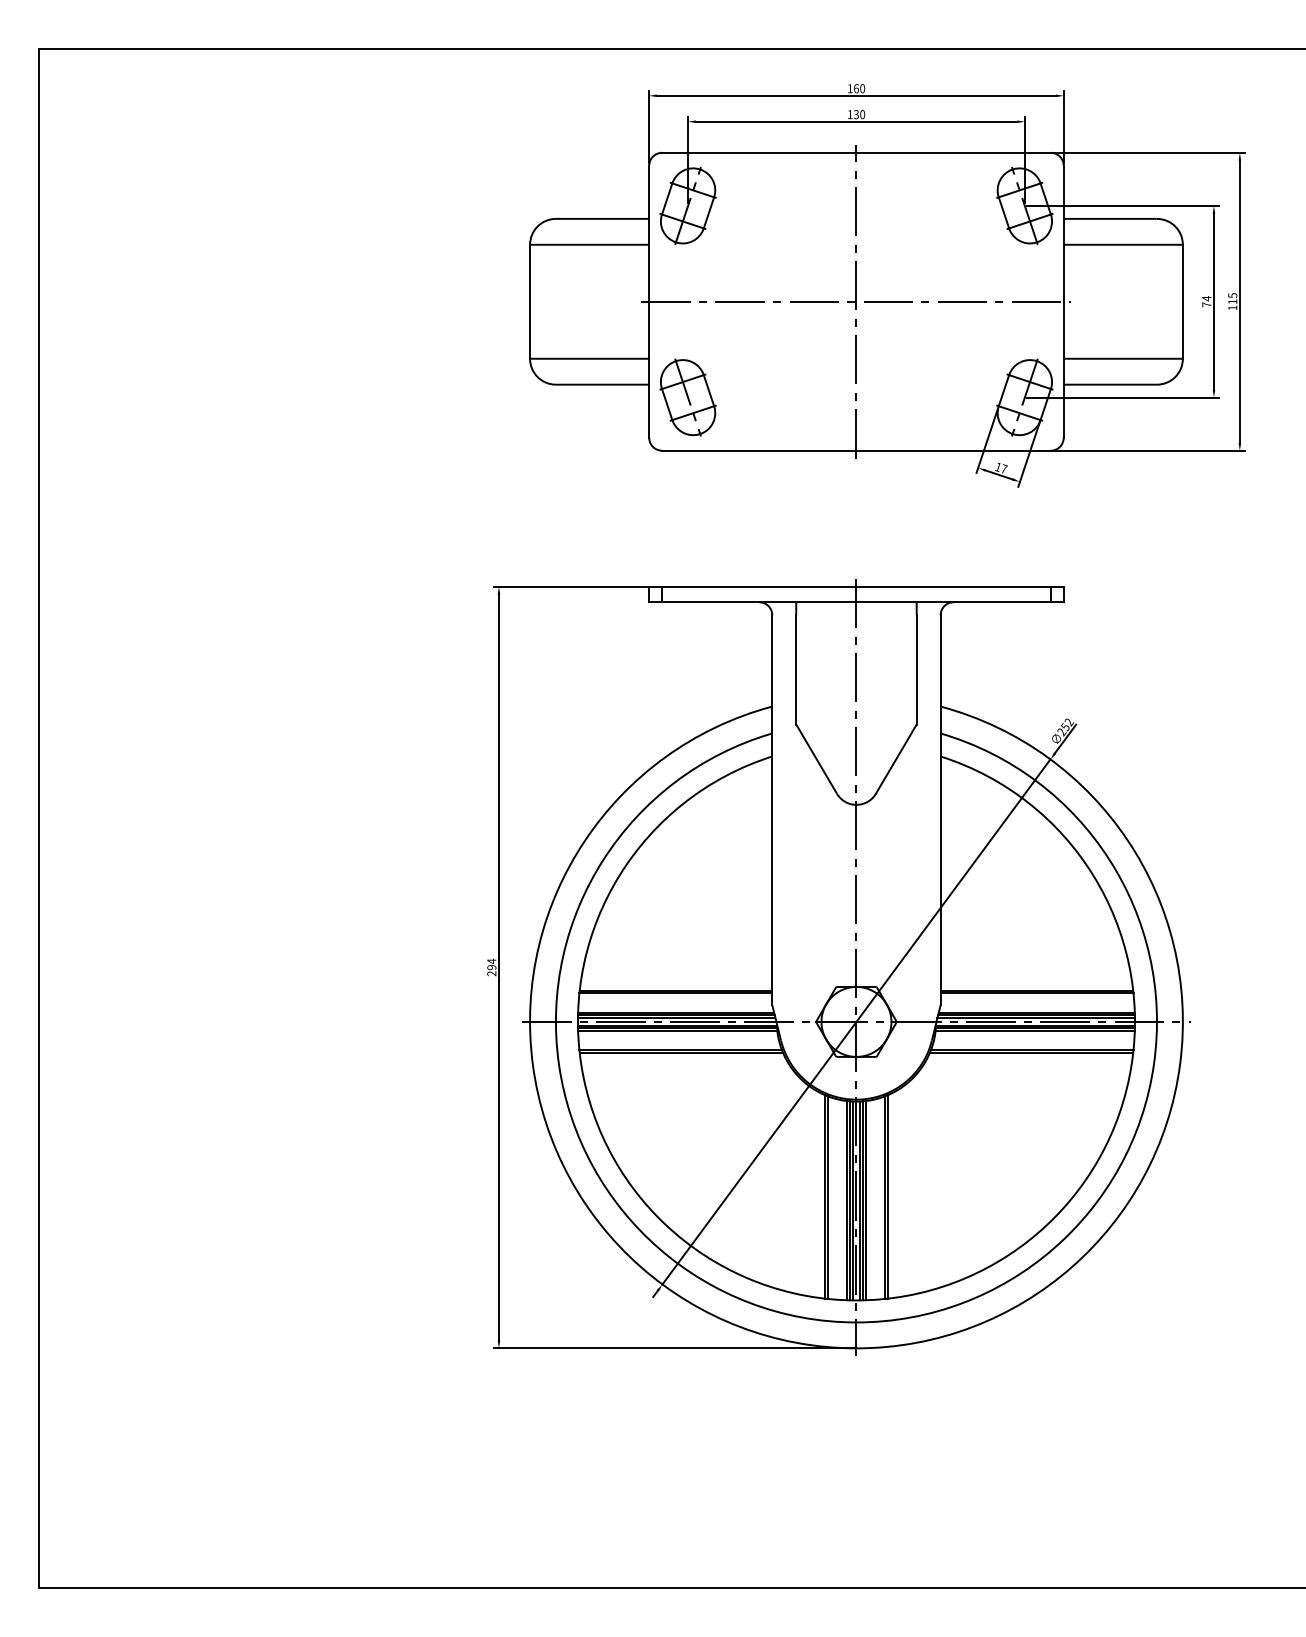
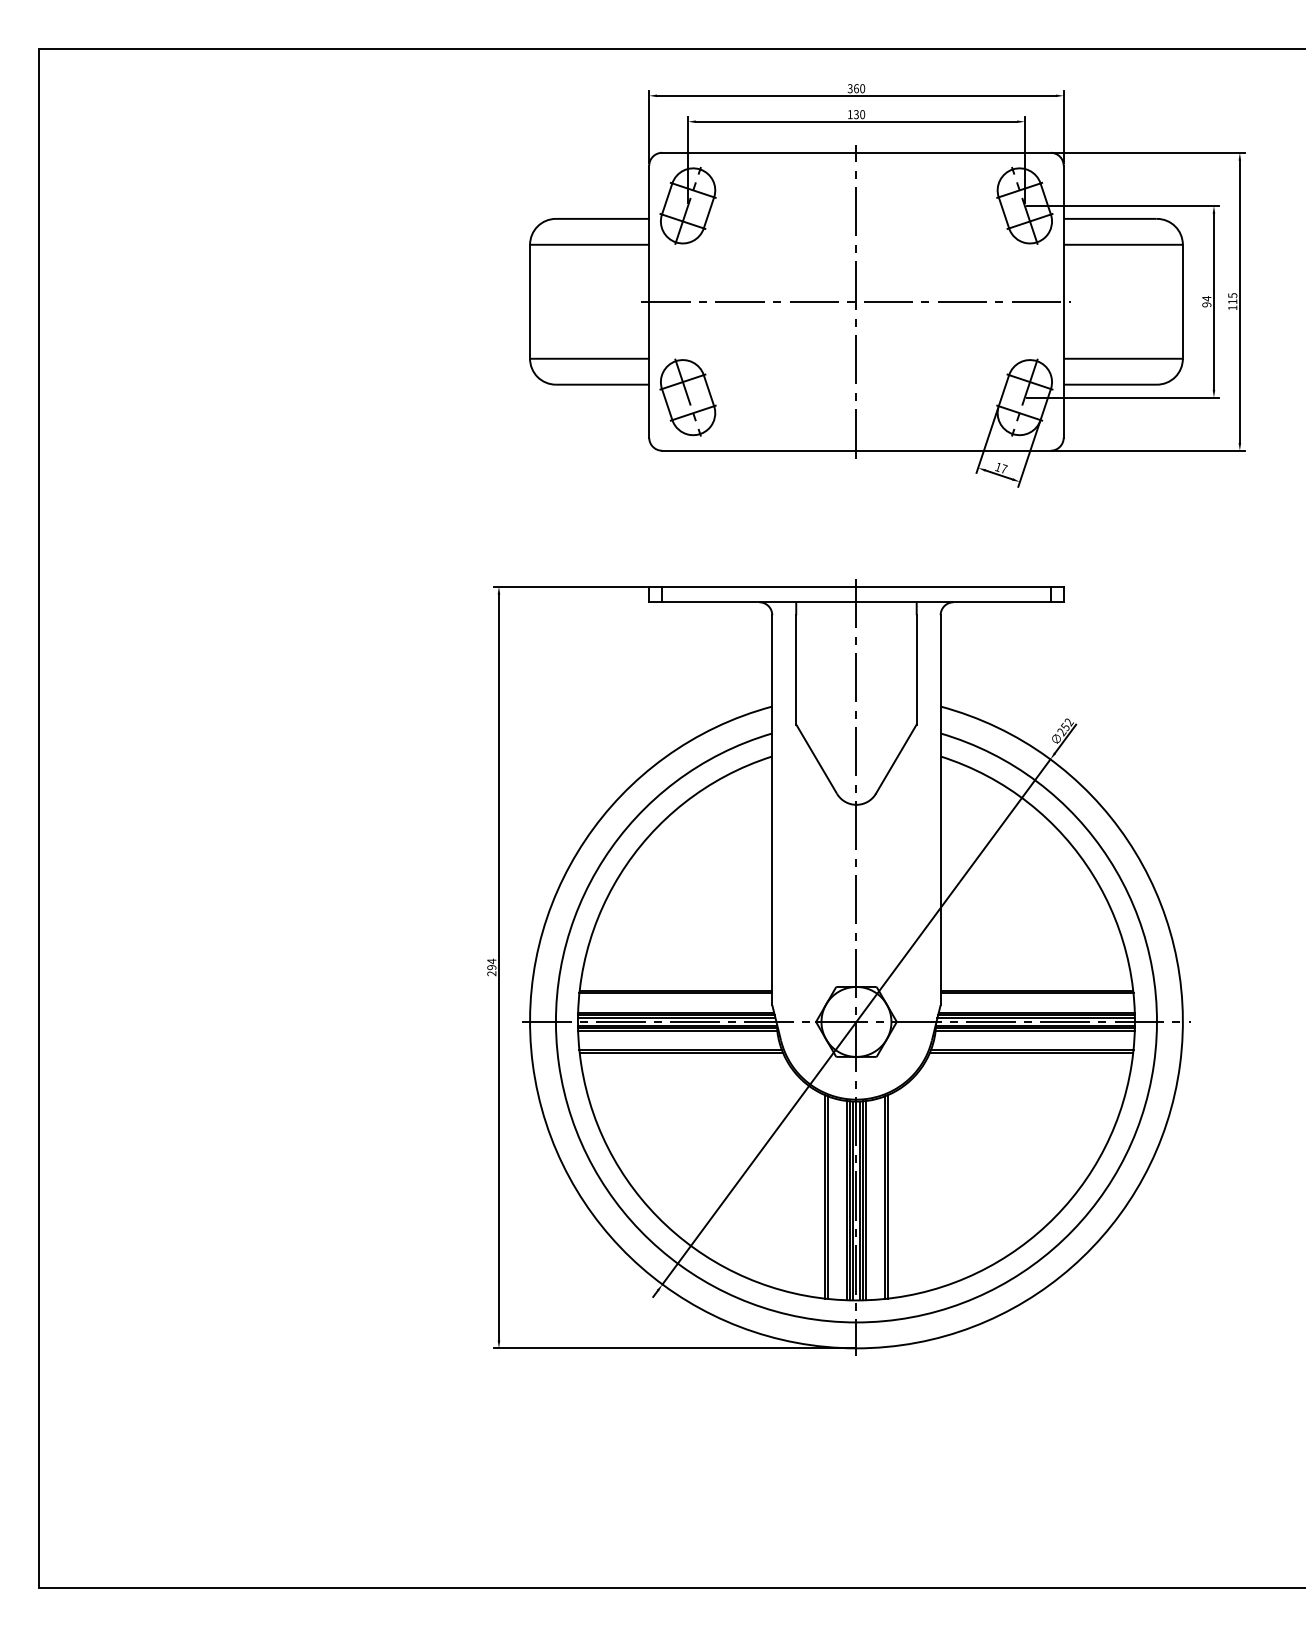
text at (849, 88): 160 -> 360
text at (1206, 304): 74 -> 94
